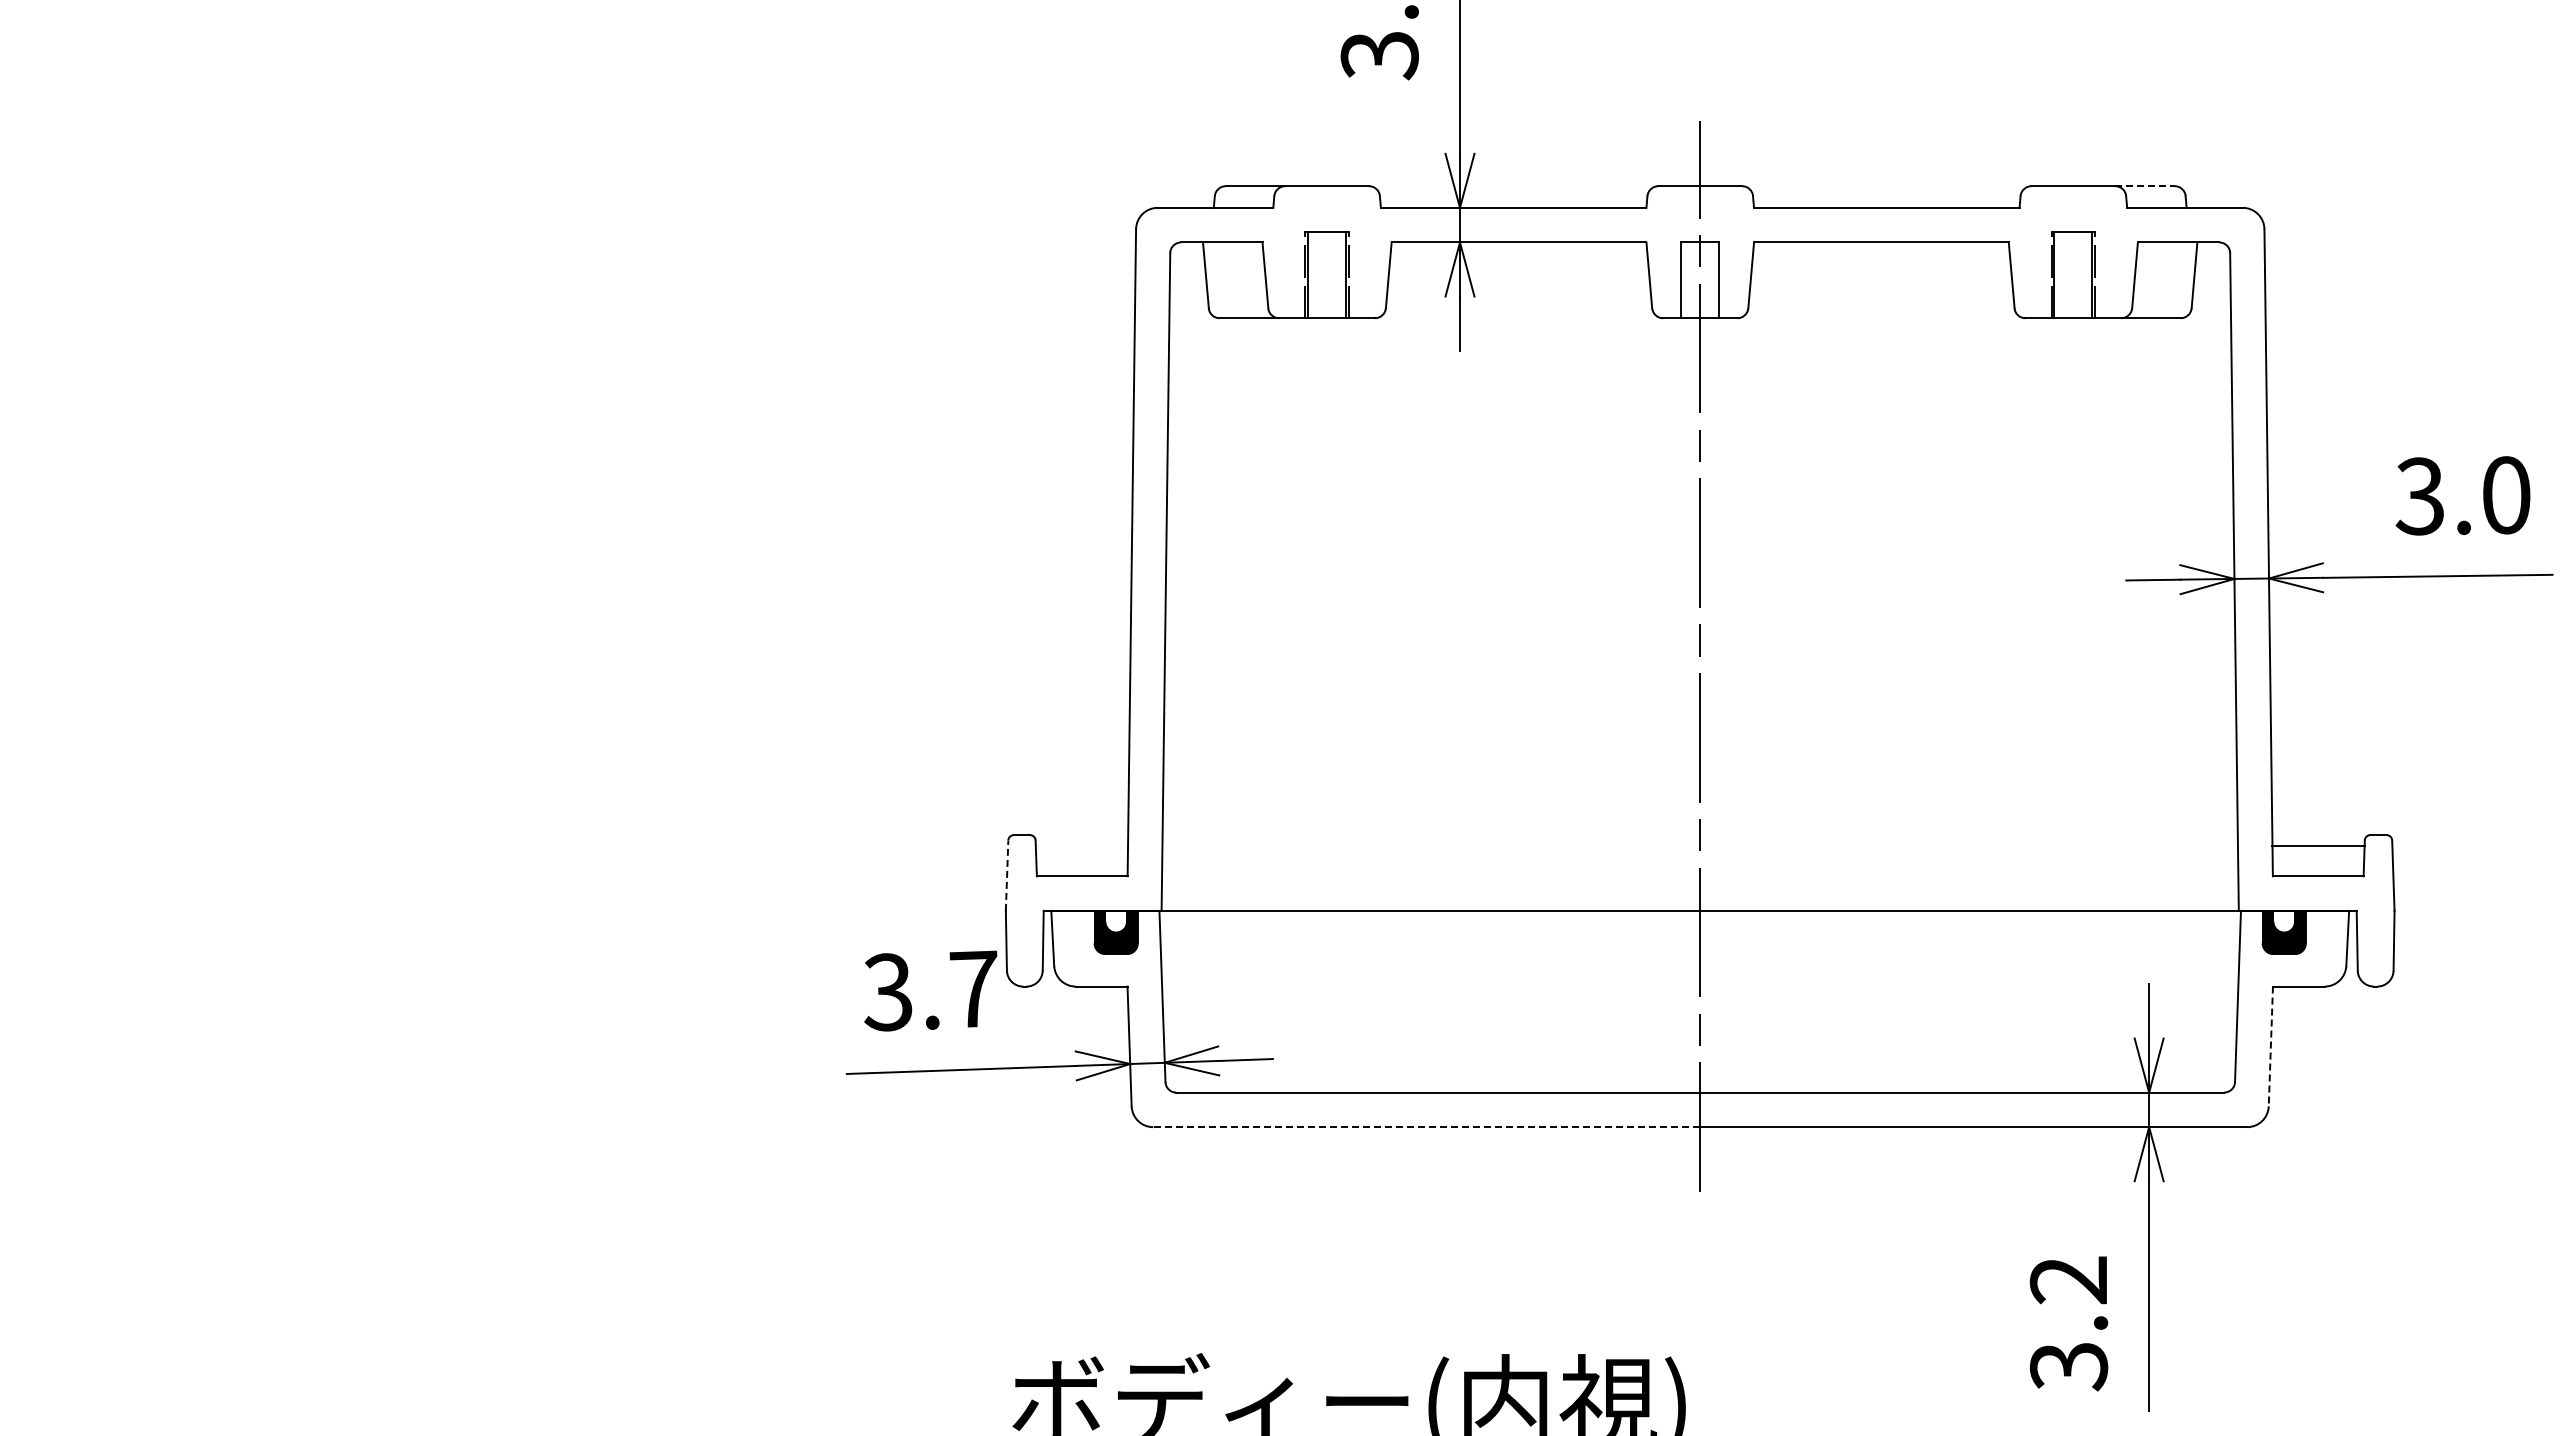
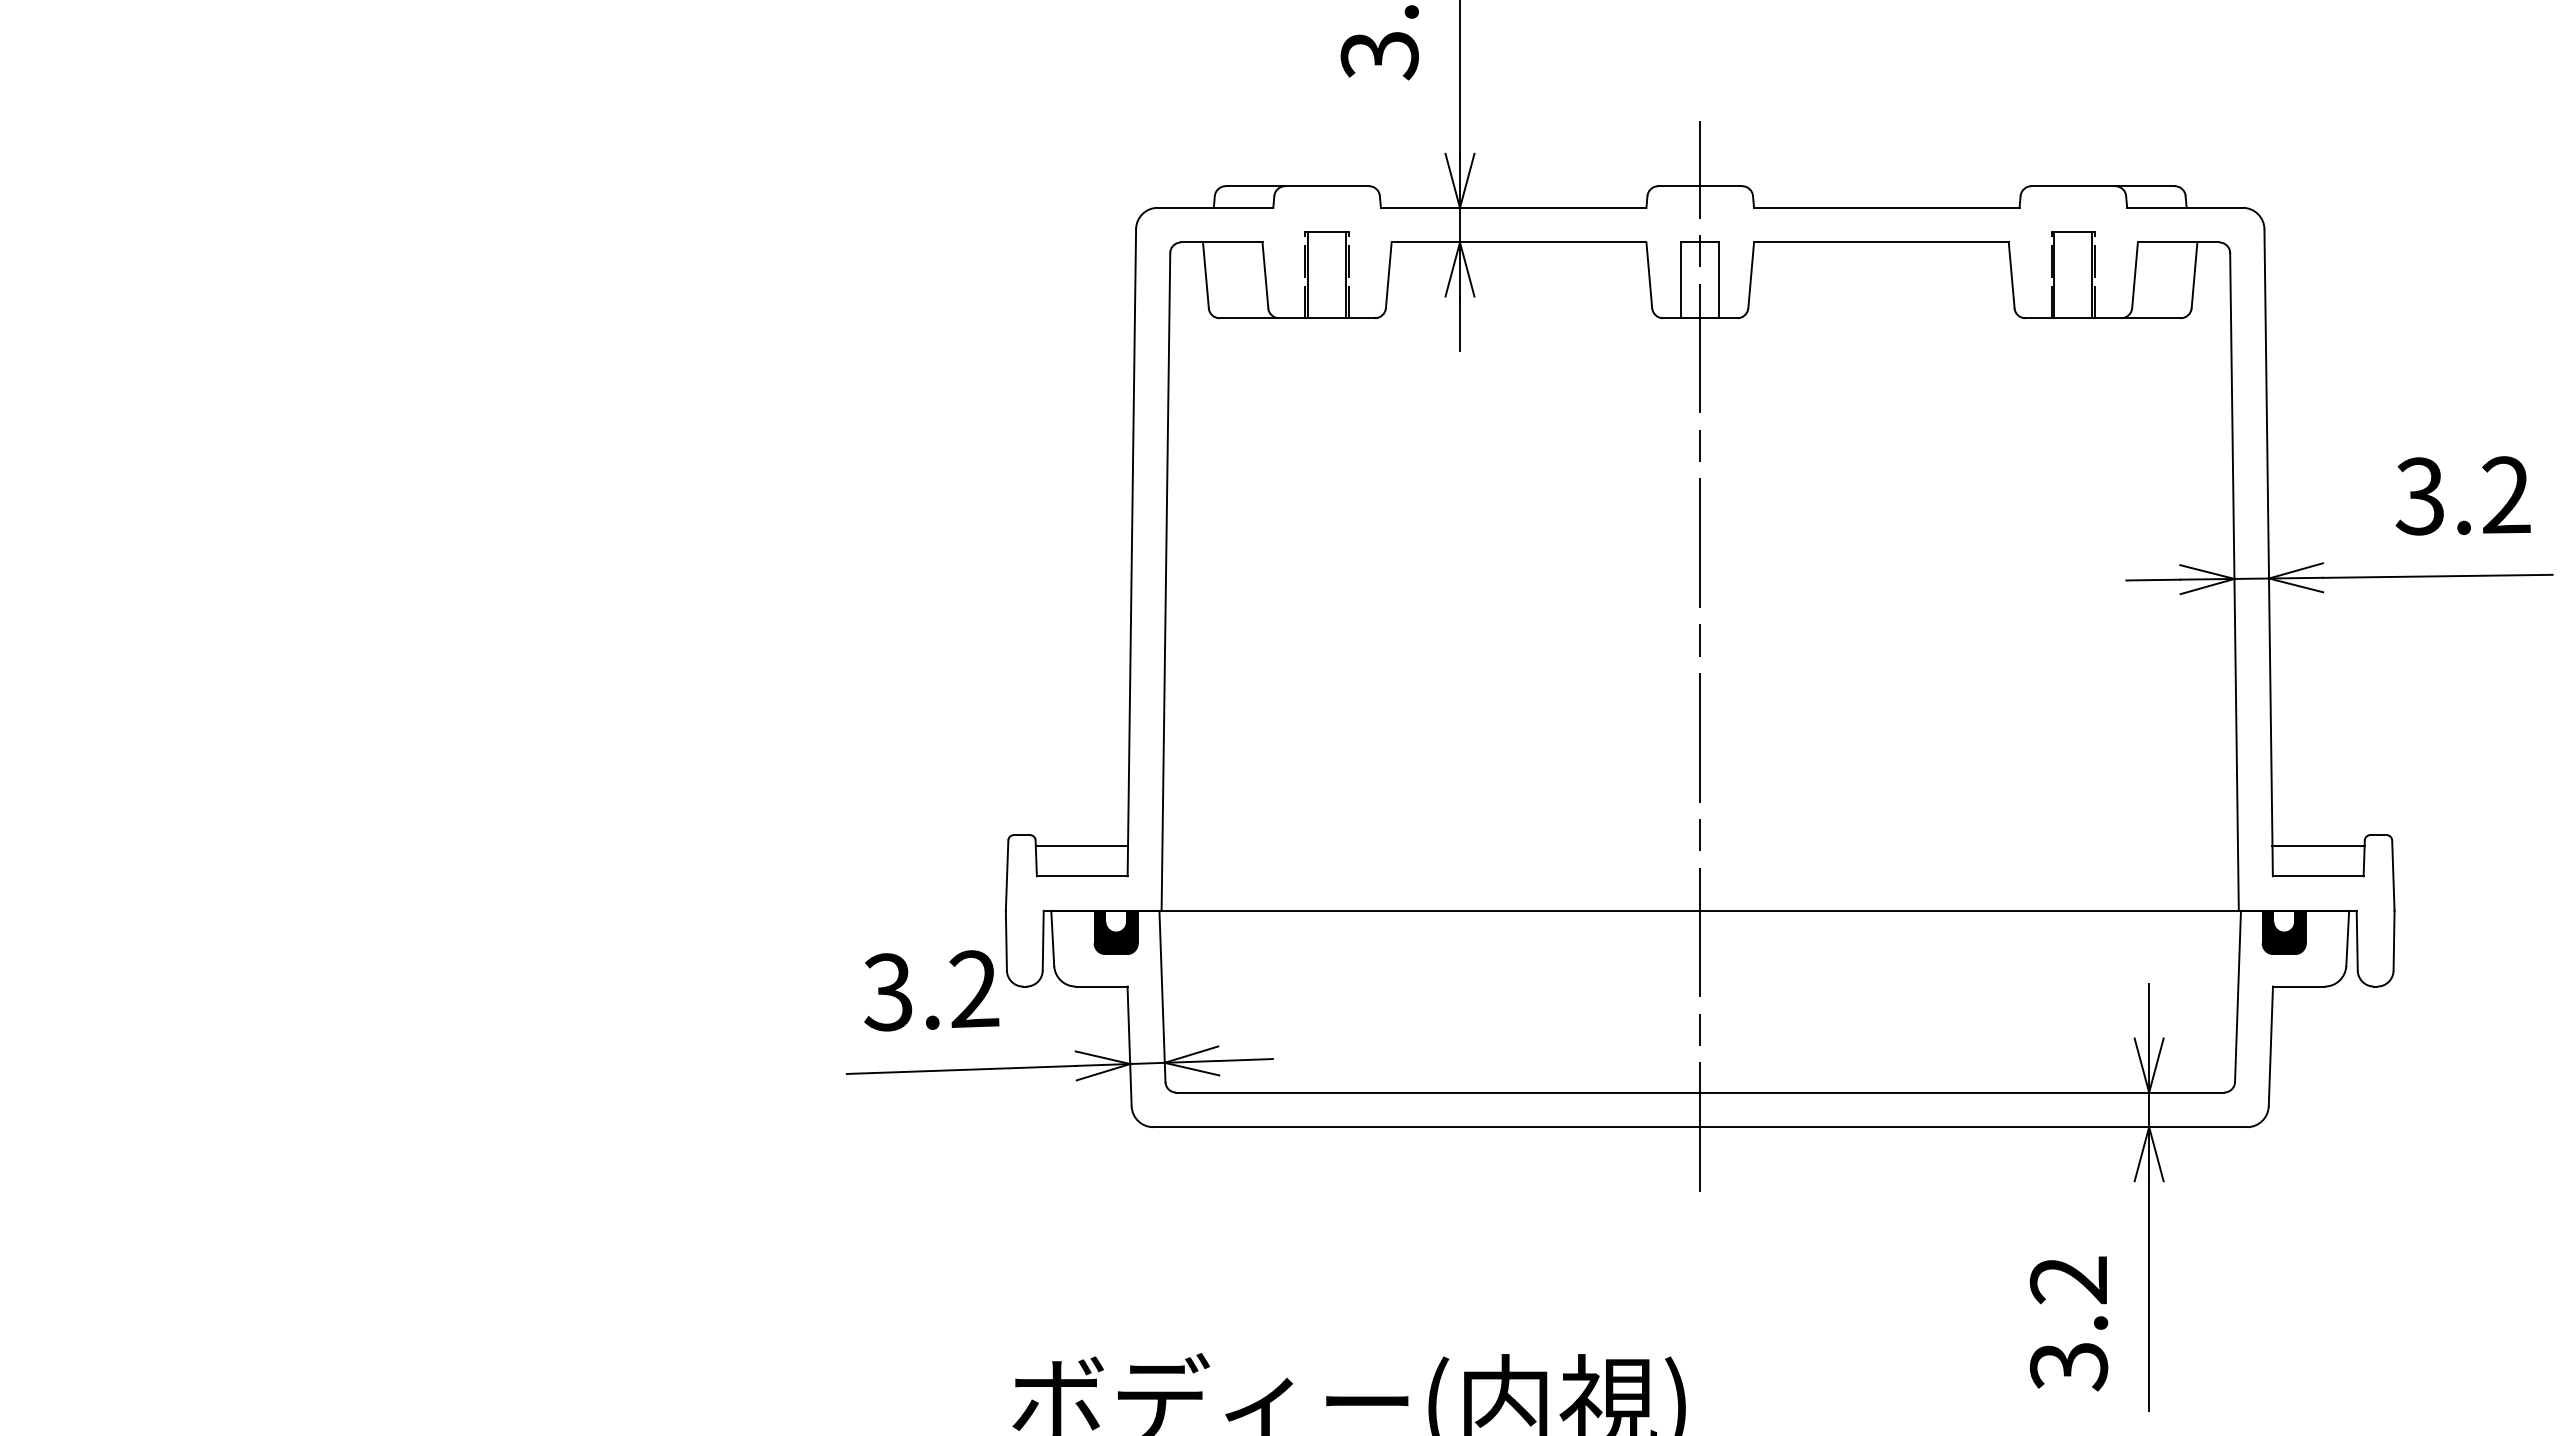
line at (2145, 186): dashed -> solid
text at (2506, 495): 3.0 -> 3.2
line at (1081, 845): none -> present
line at (1007, 875): dashed -> solid
text at (974, 988): 3.7 -> 3.2
line at (2270, 1046): dashed -> solid
line at (1426, 1127): dashed -> solid
